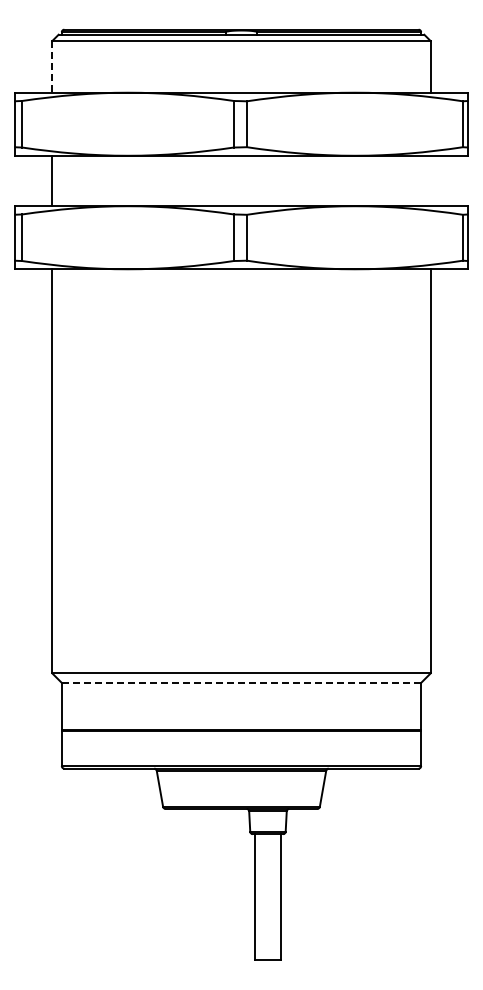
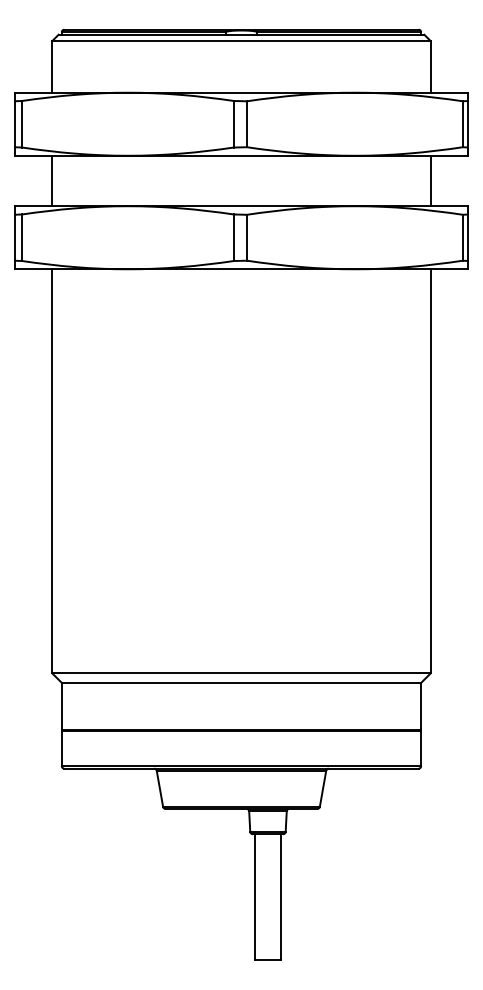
line at (52, 66): dashed -> solid
line at (430, 180): none -> present
line at (241, 682): dashed -> solid
